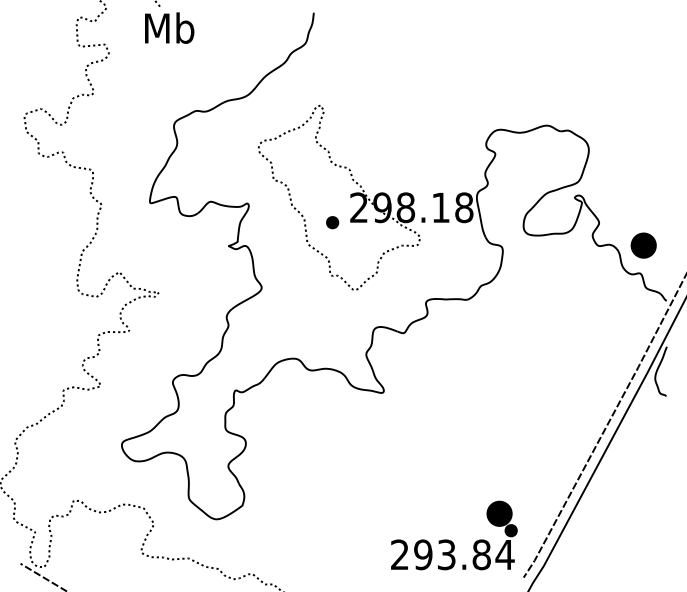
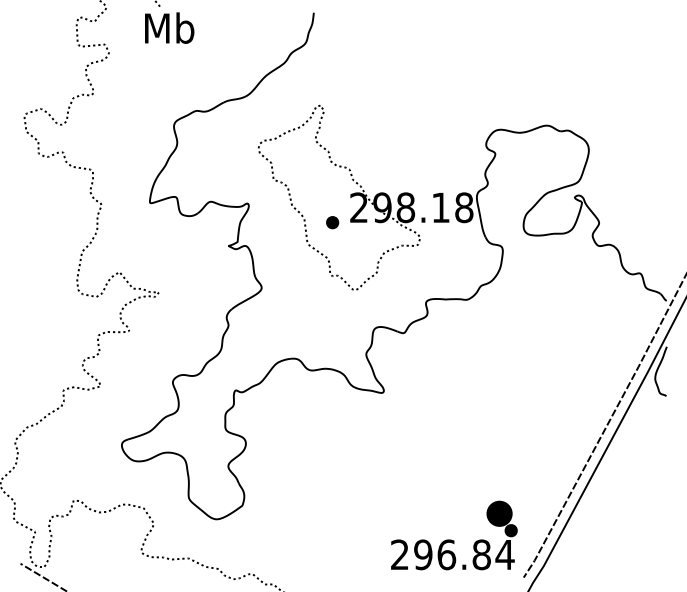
part at (643, 245): present -> none
text at (446, 554): 293.84 -> 296.84
